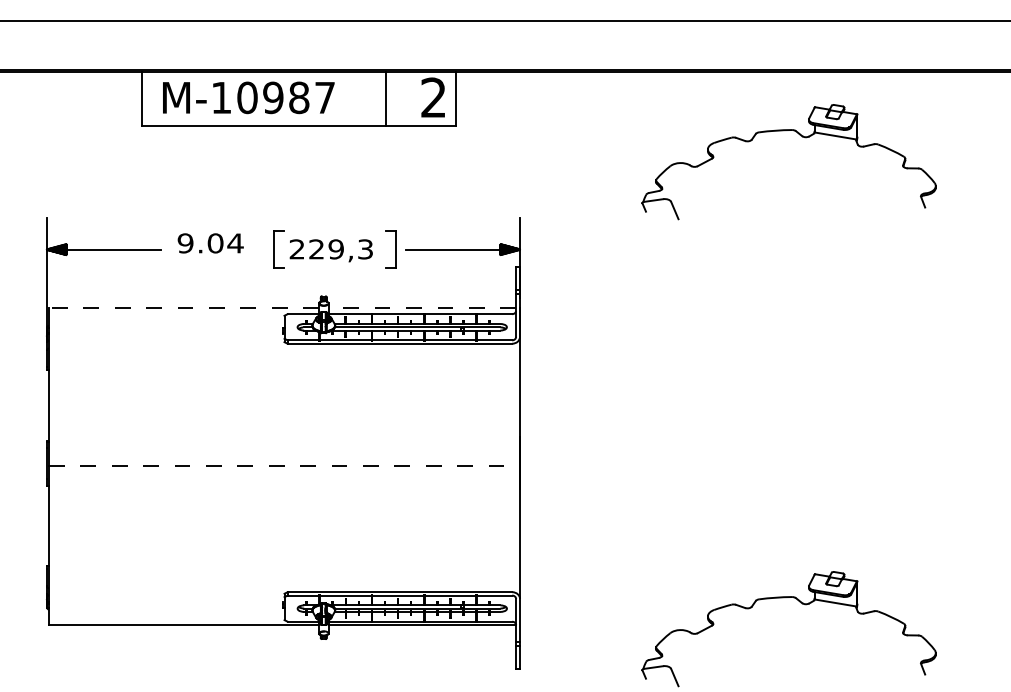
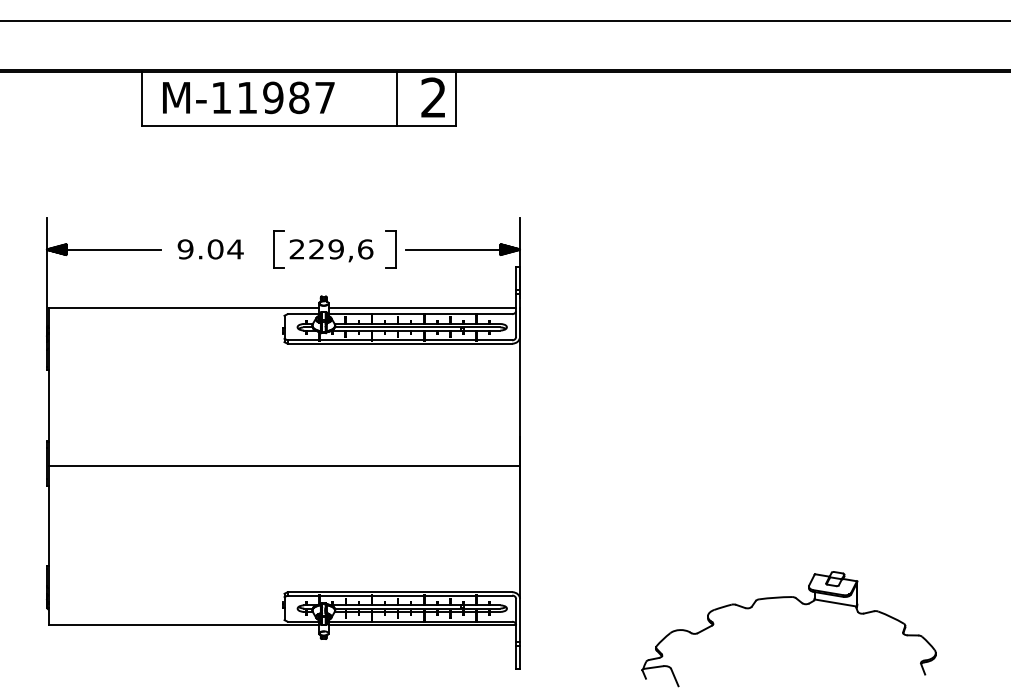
text at (247, 97): M-10987 -> M-11987
line at (385, 98) position: (385, 98) -> (396, 98)
part at (802, 137): present -> none
text at (210, 243) position: (210, 243) -> (210, 249)
text at (365, 249): 229,3 -> 229,6
line at (184, 307): dashed -> solid
line at (422, 307): dashed -> solid
line at (285, 466): dashed -> solid
